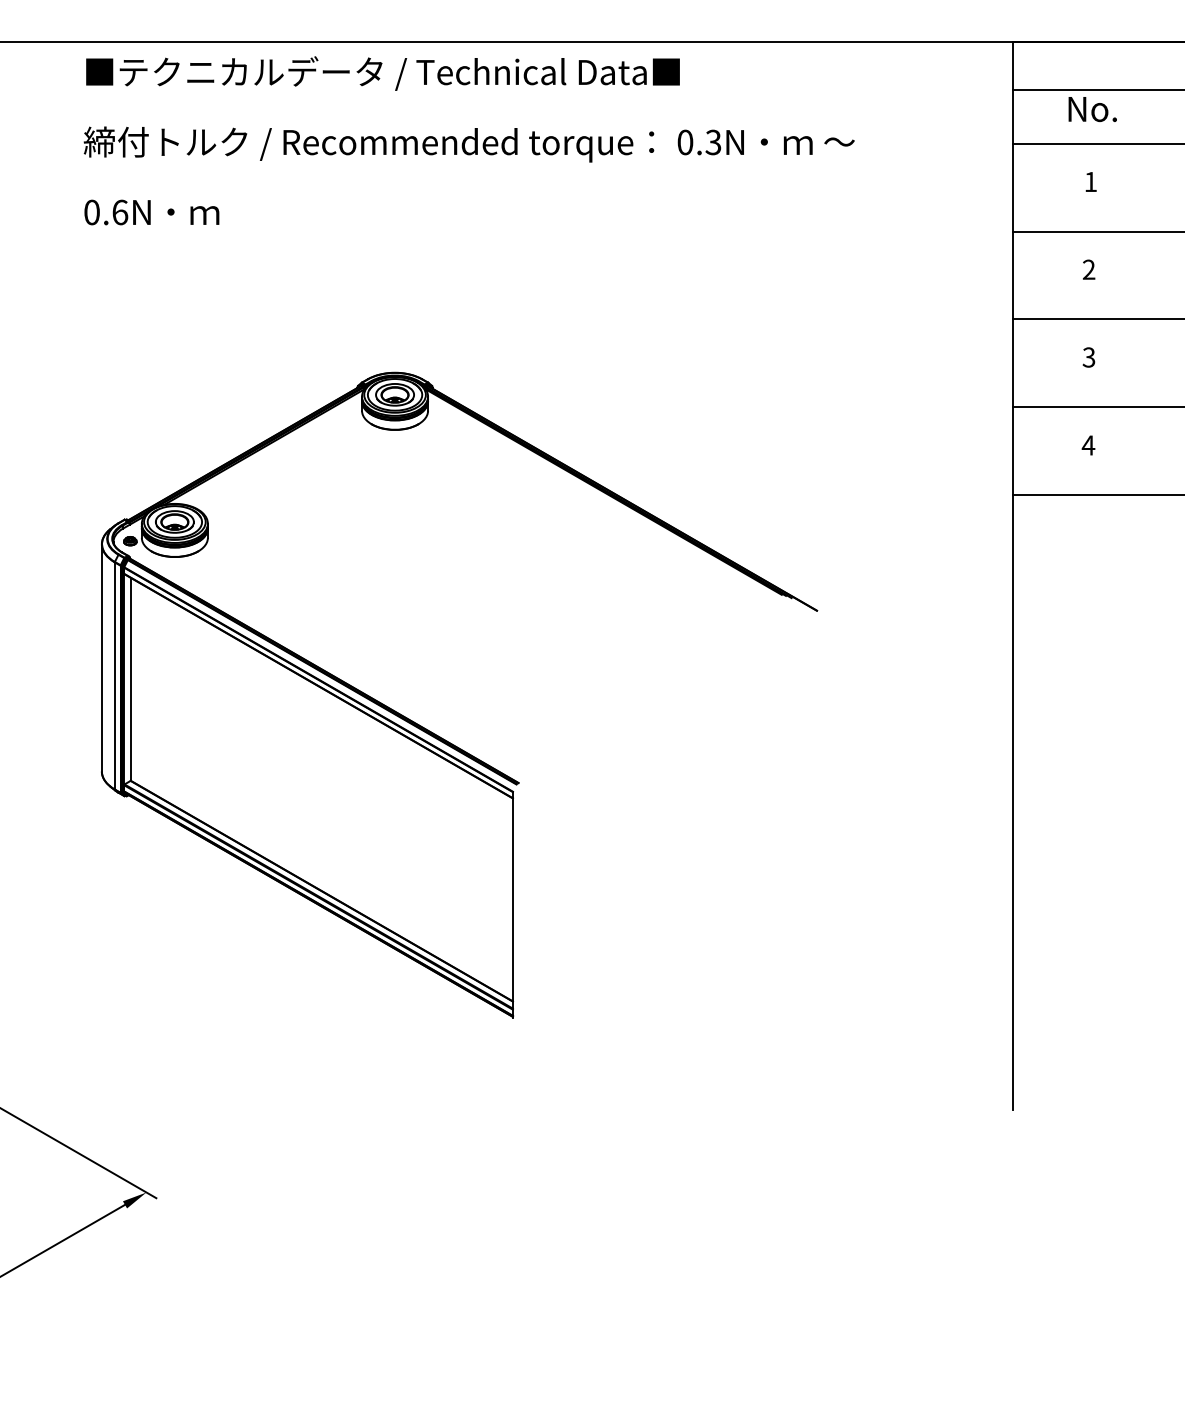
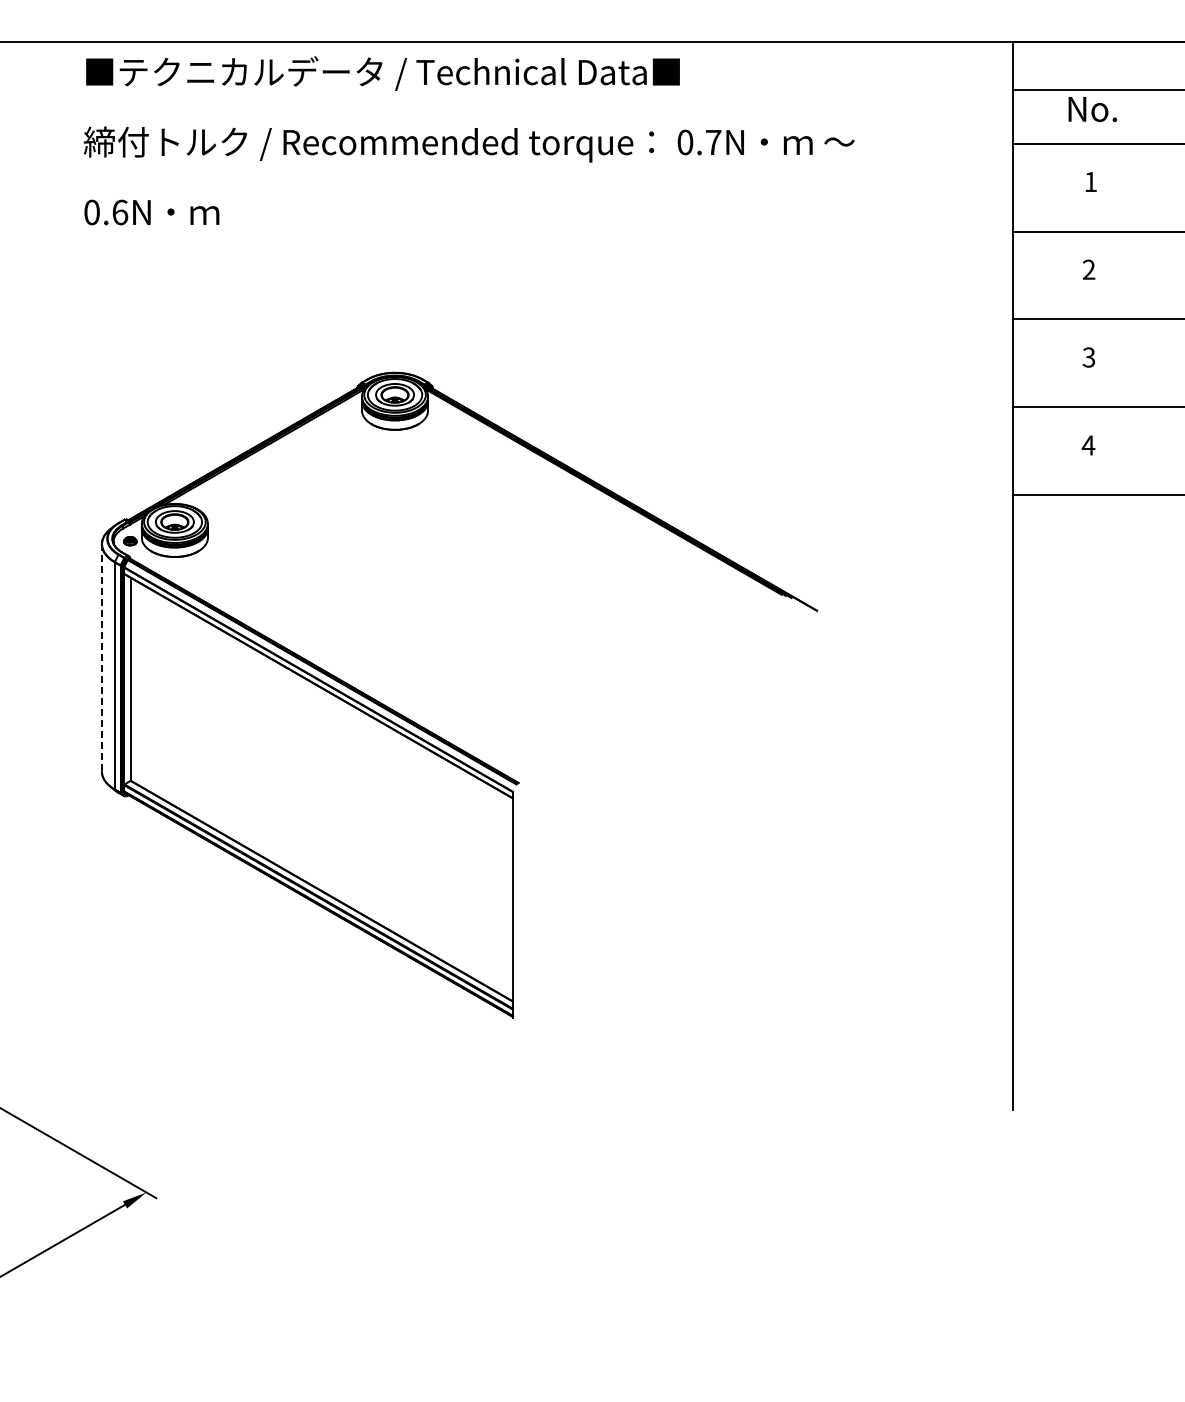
text at (713, 142): 0.3N -> 0.7N
line at (101, 657): solid -> dashed
